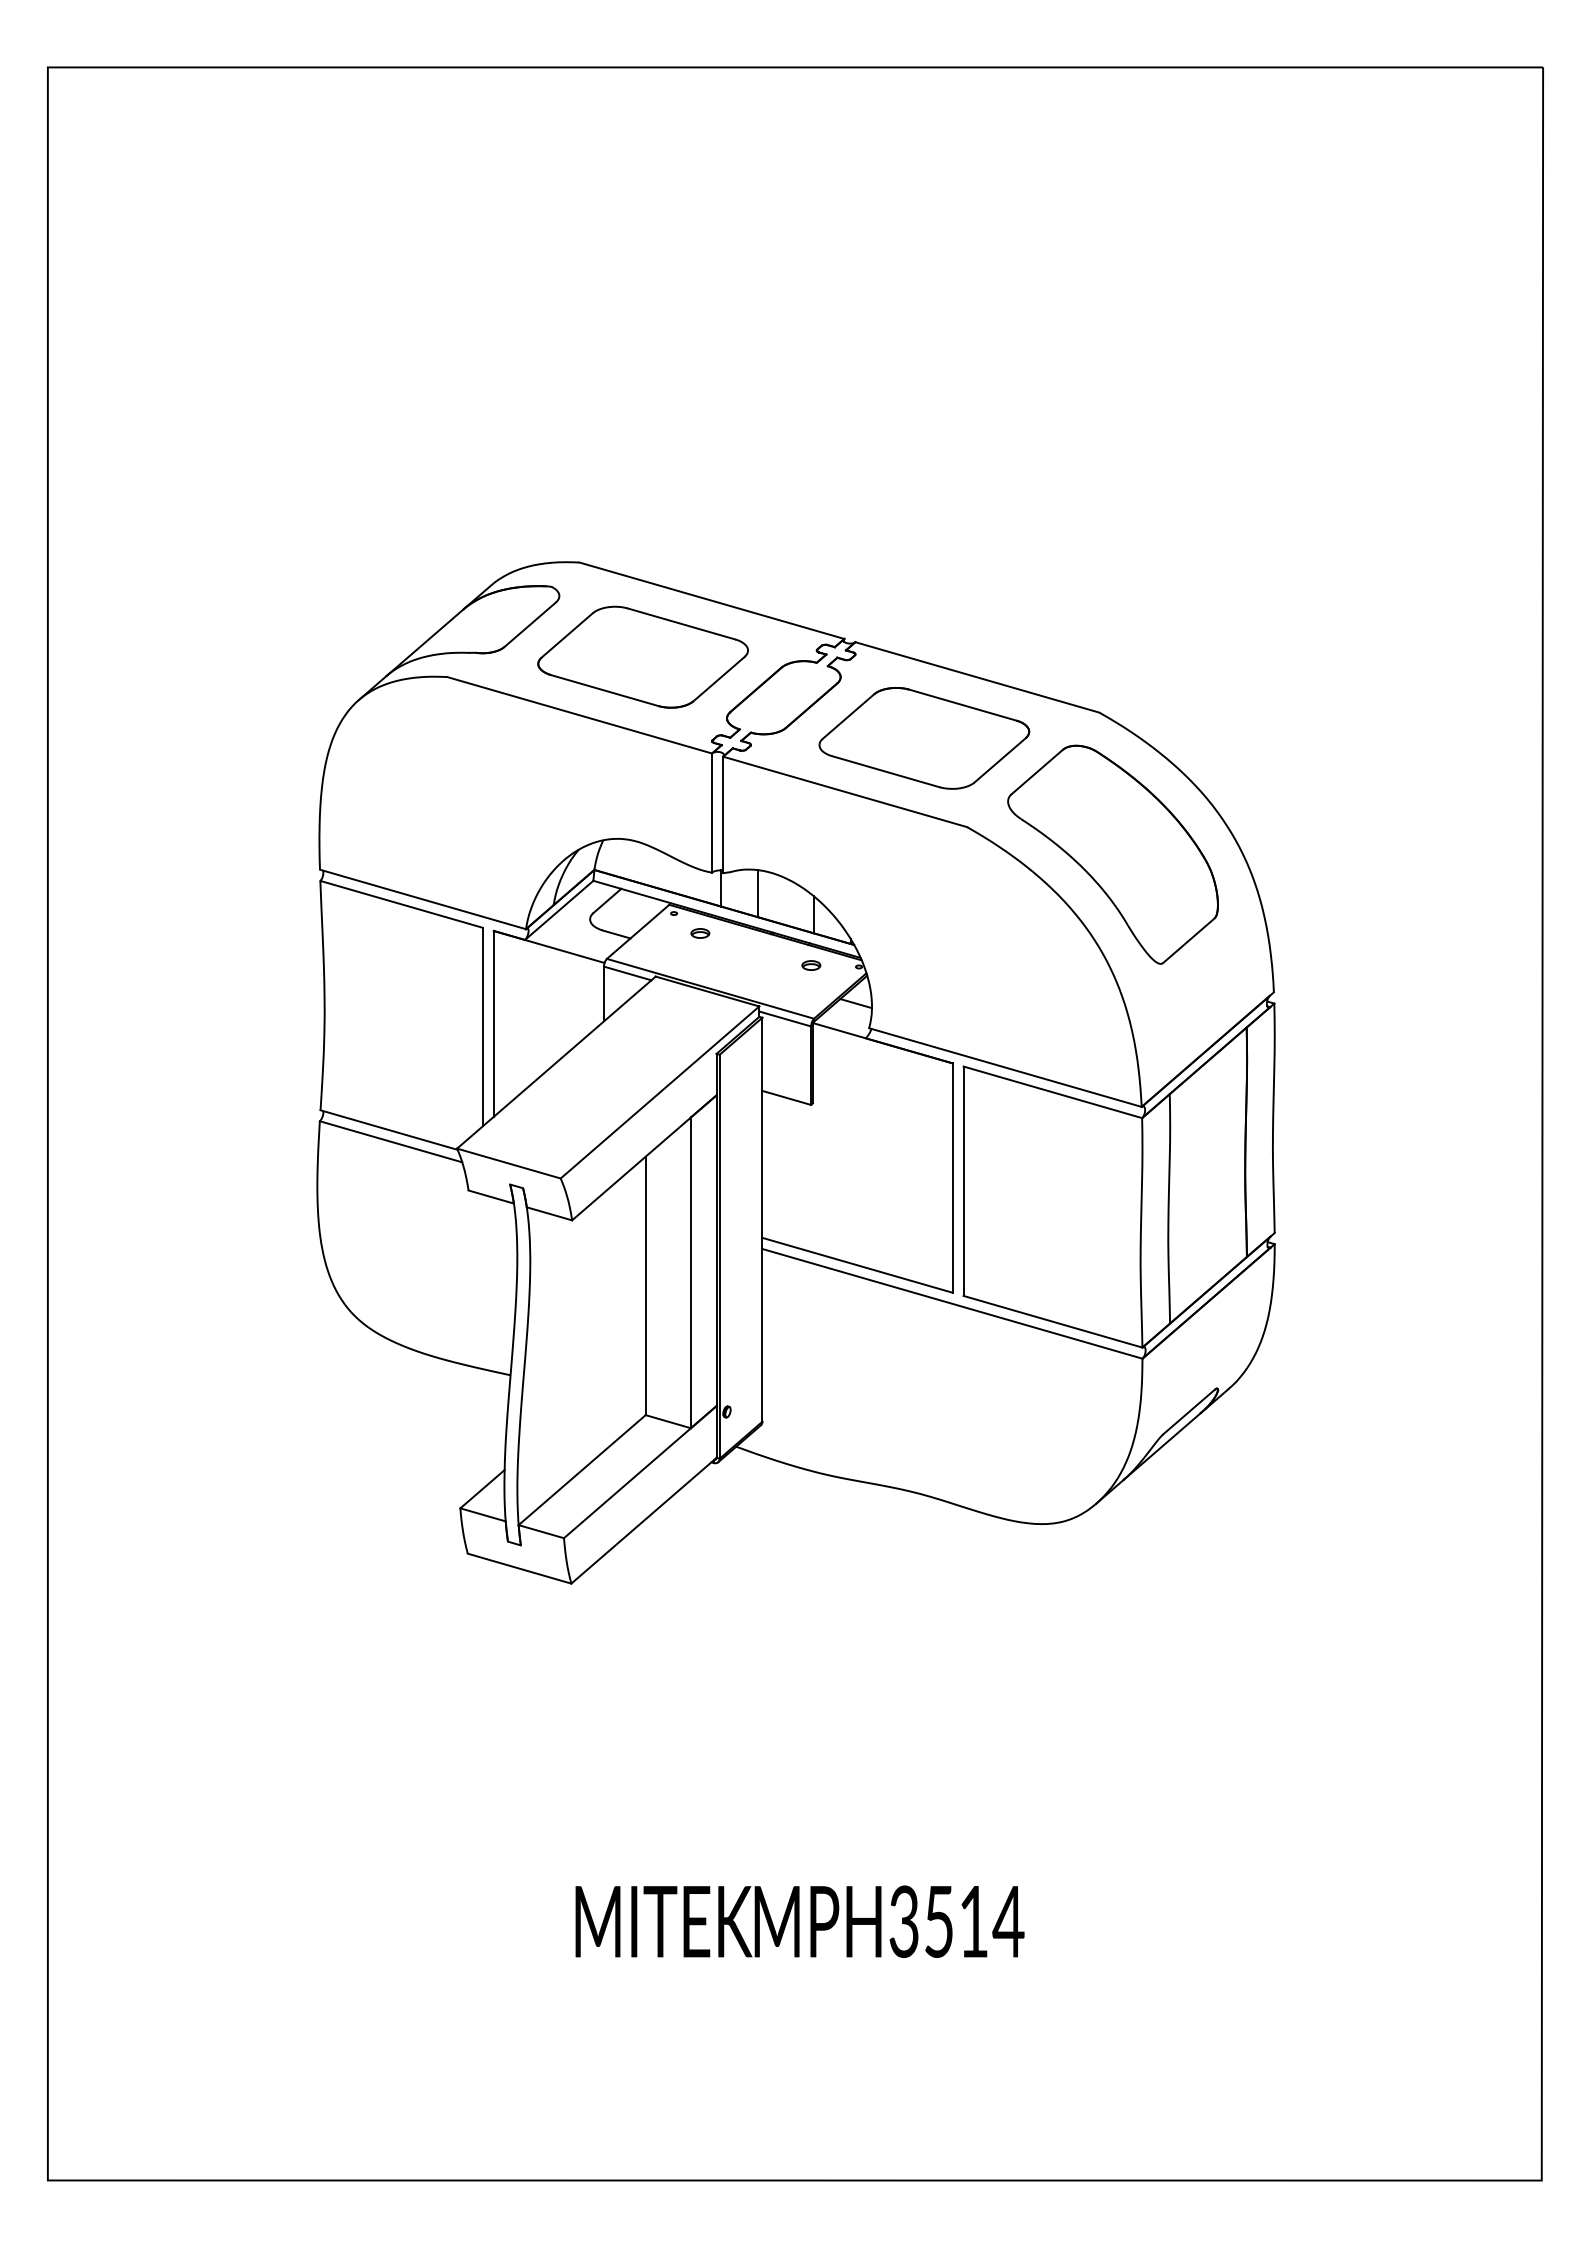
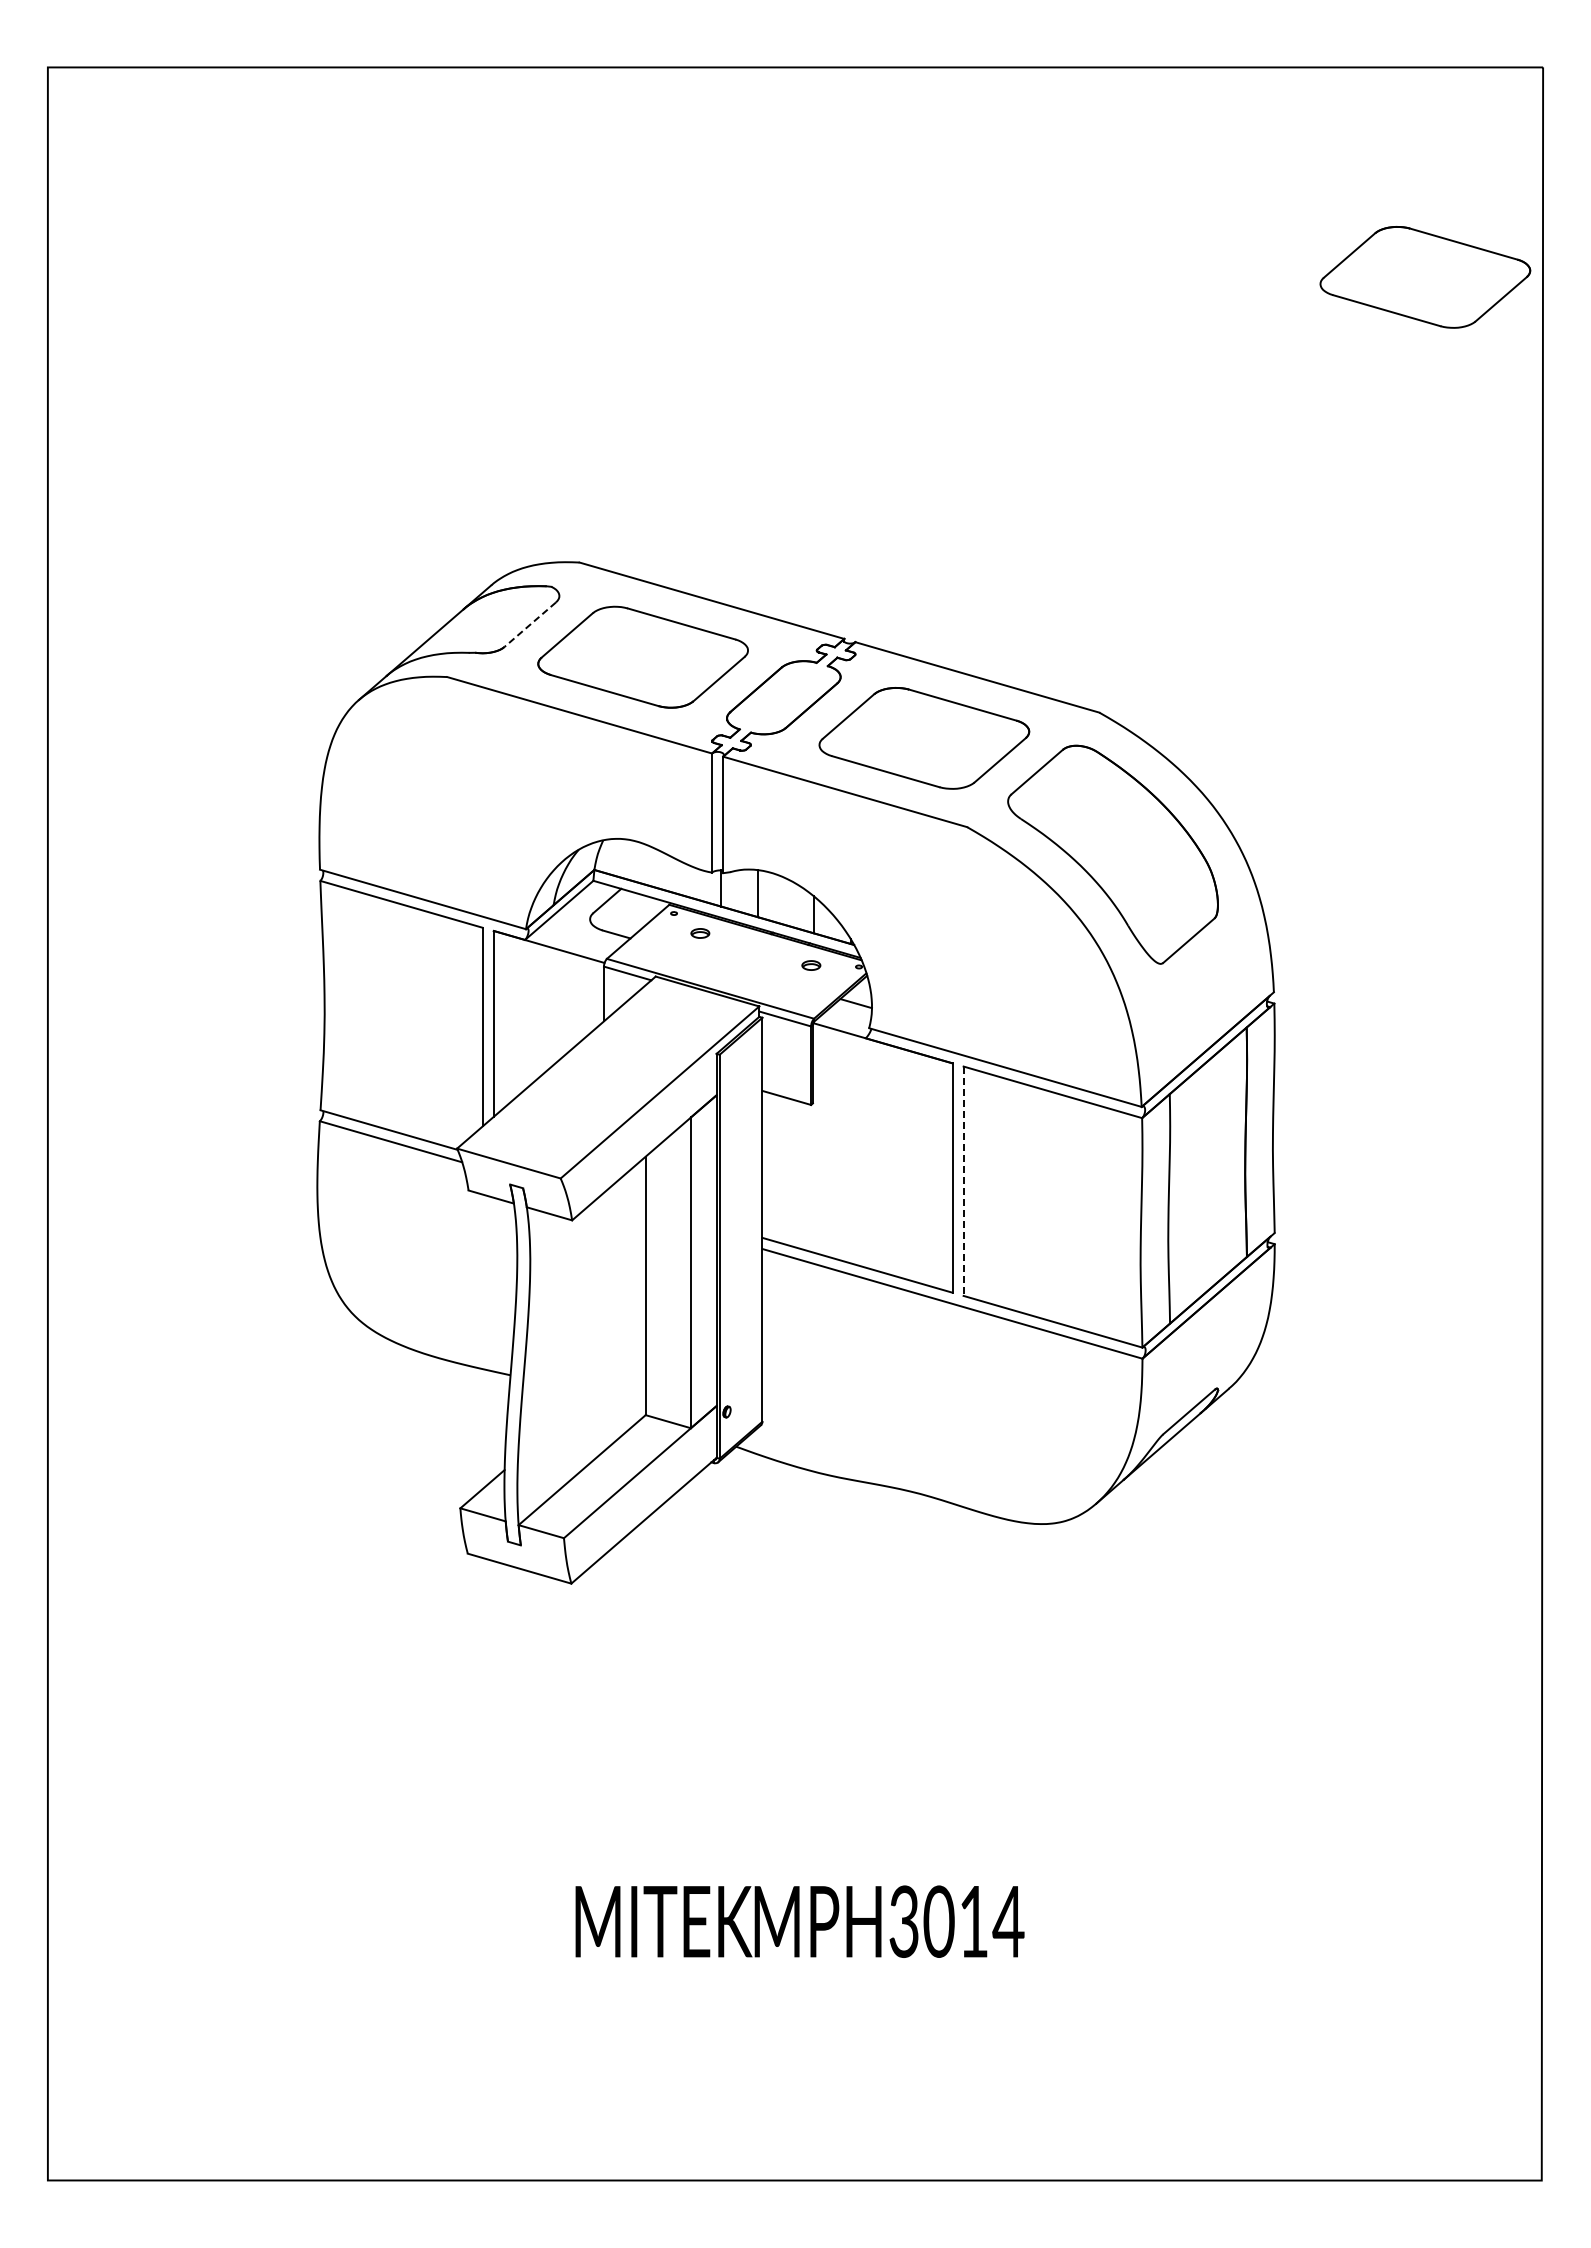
part at (1425, 277): none -> present
line at (530, 624): solid -> dashed
line at (963, 1181): solid -> dashed
text at (938, 1921): MPH3514 -> MPH3014
